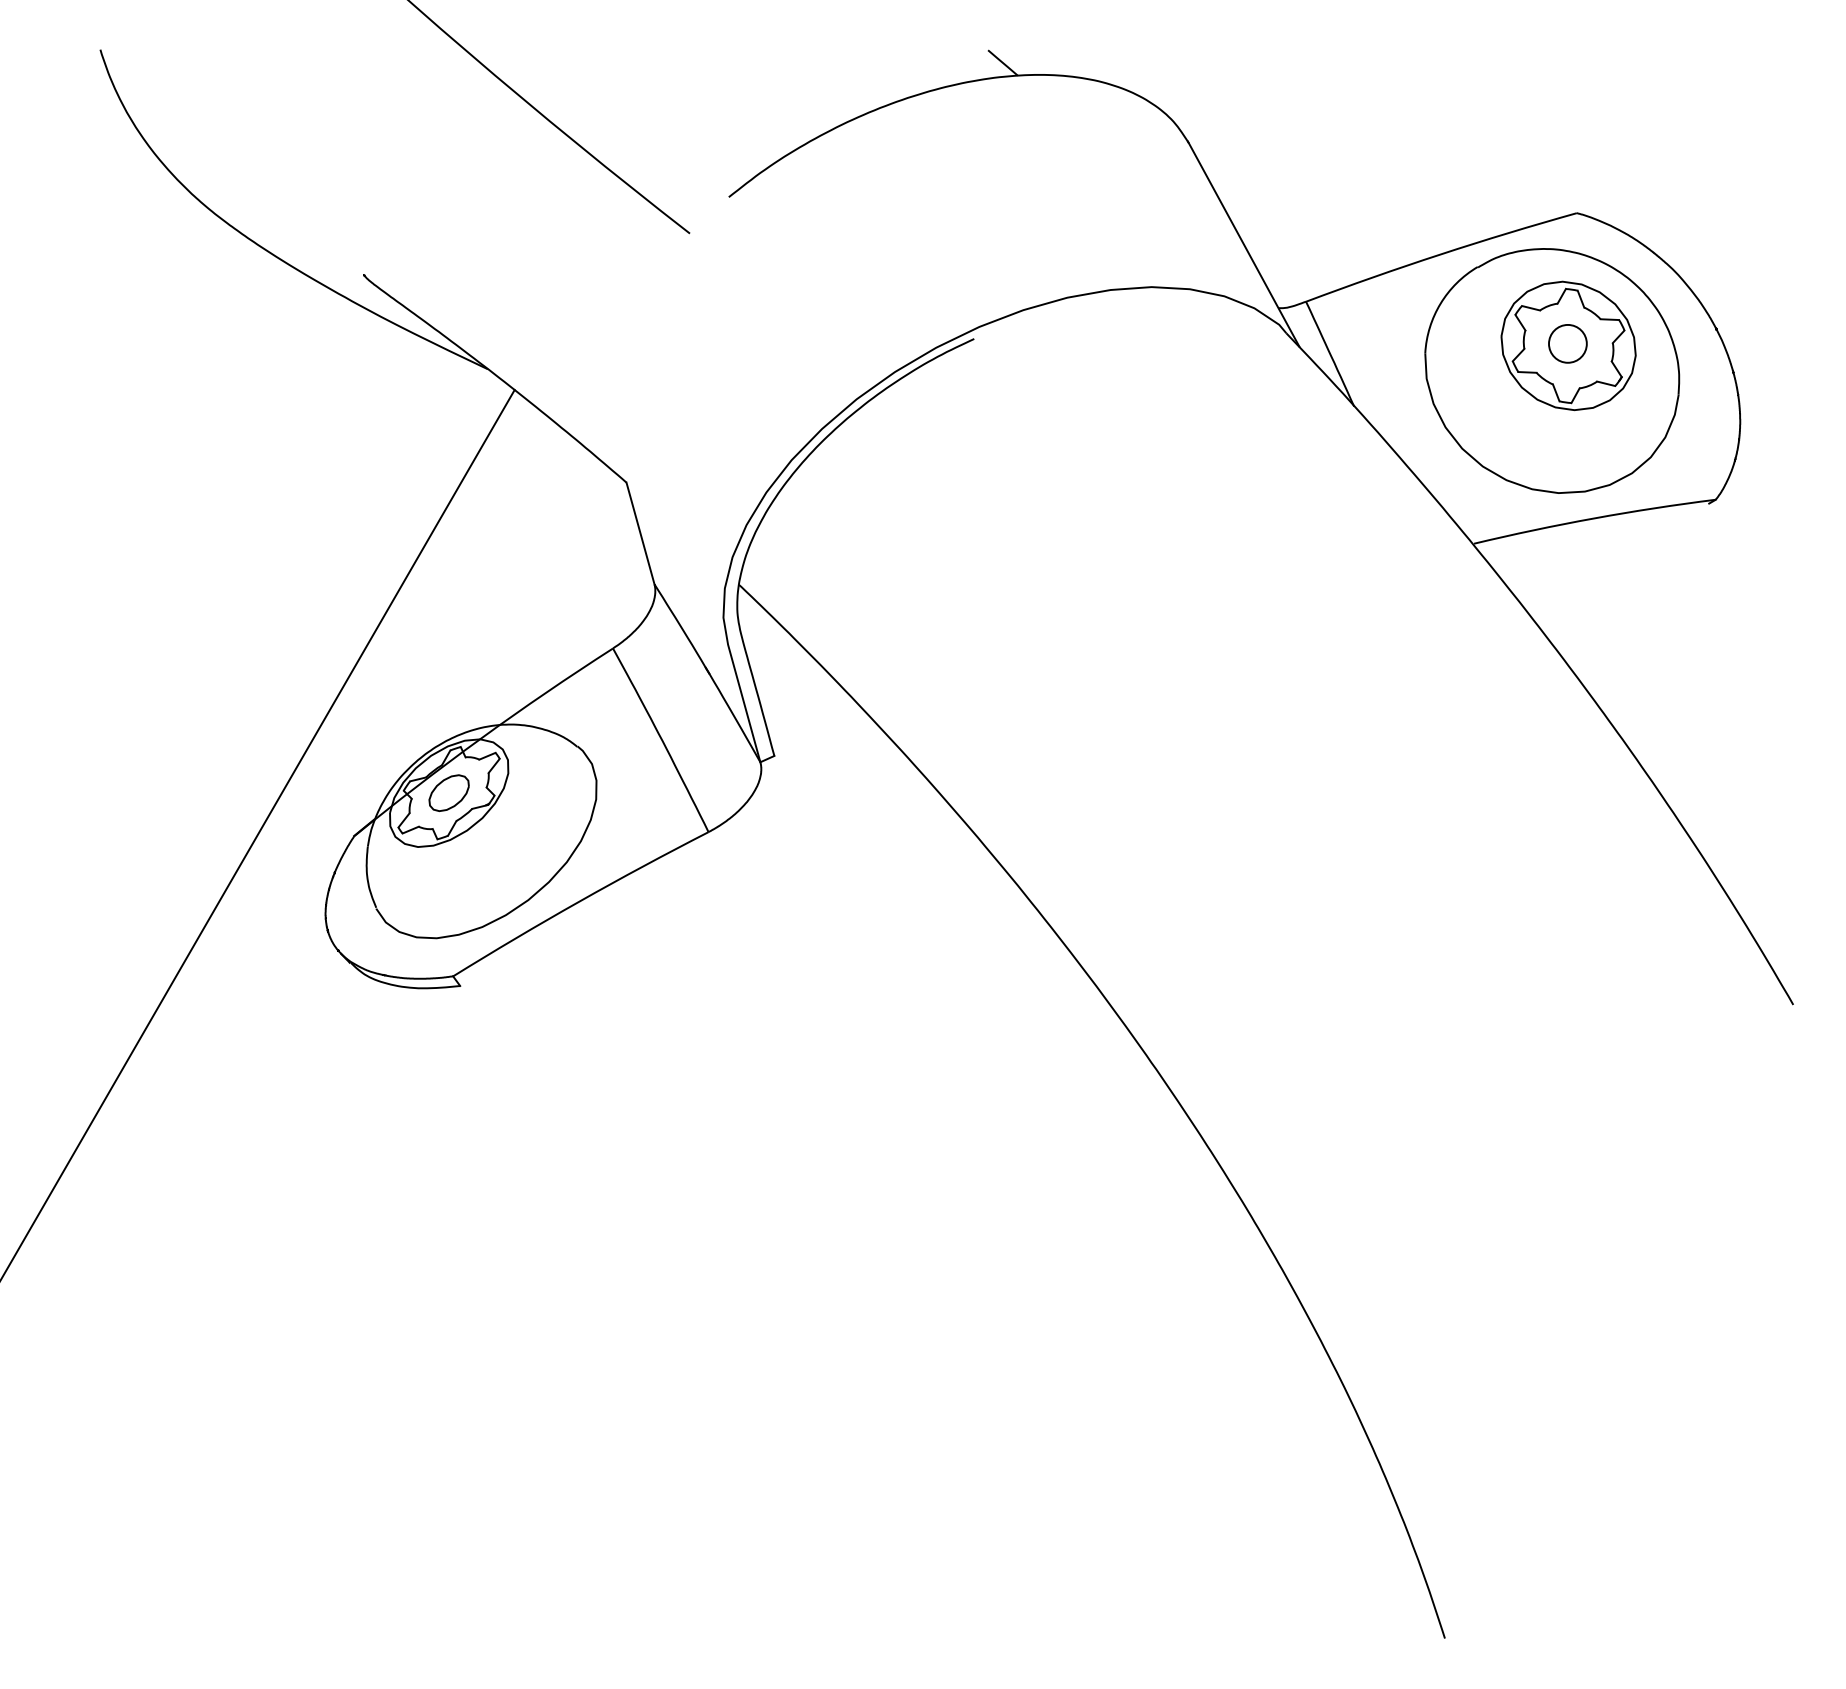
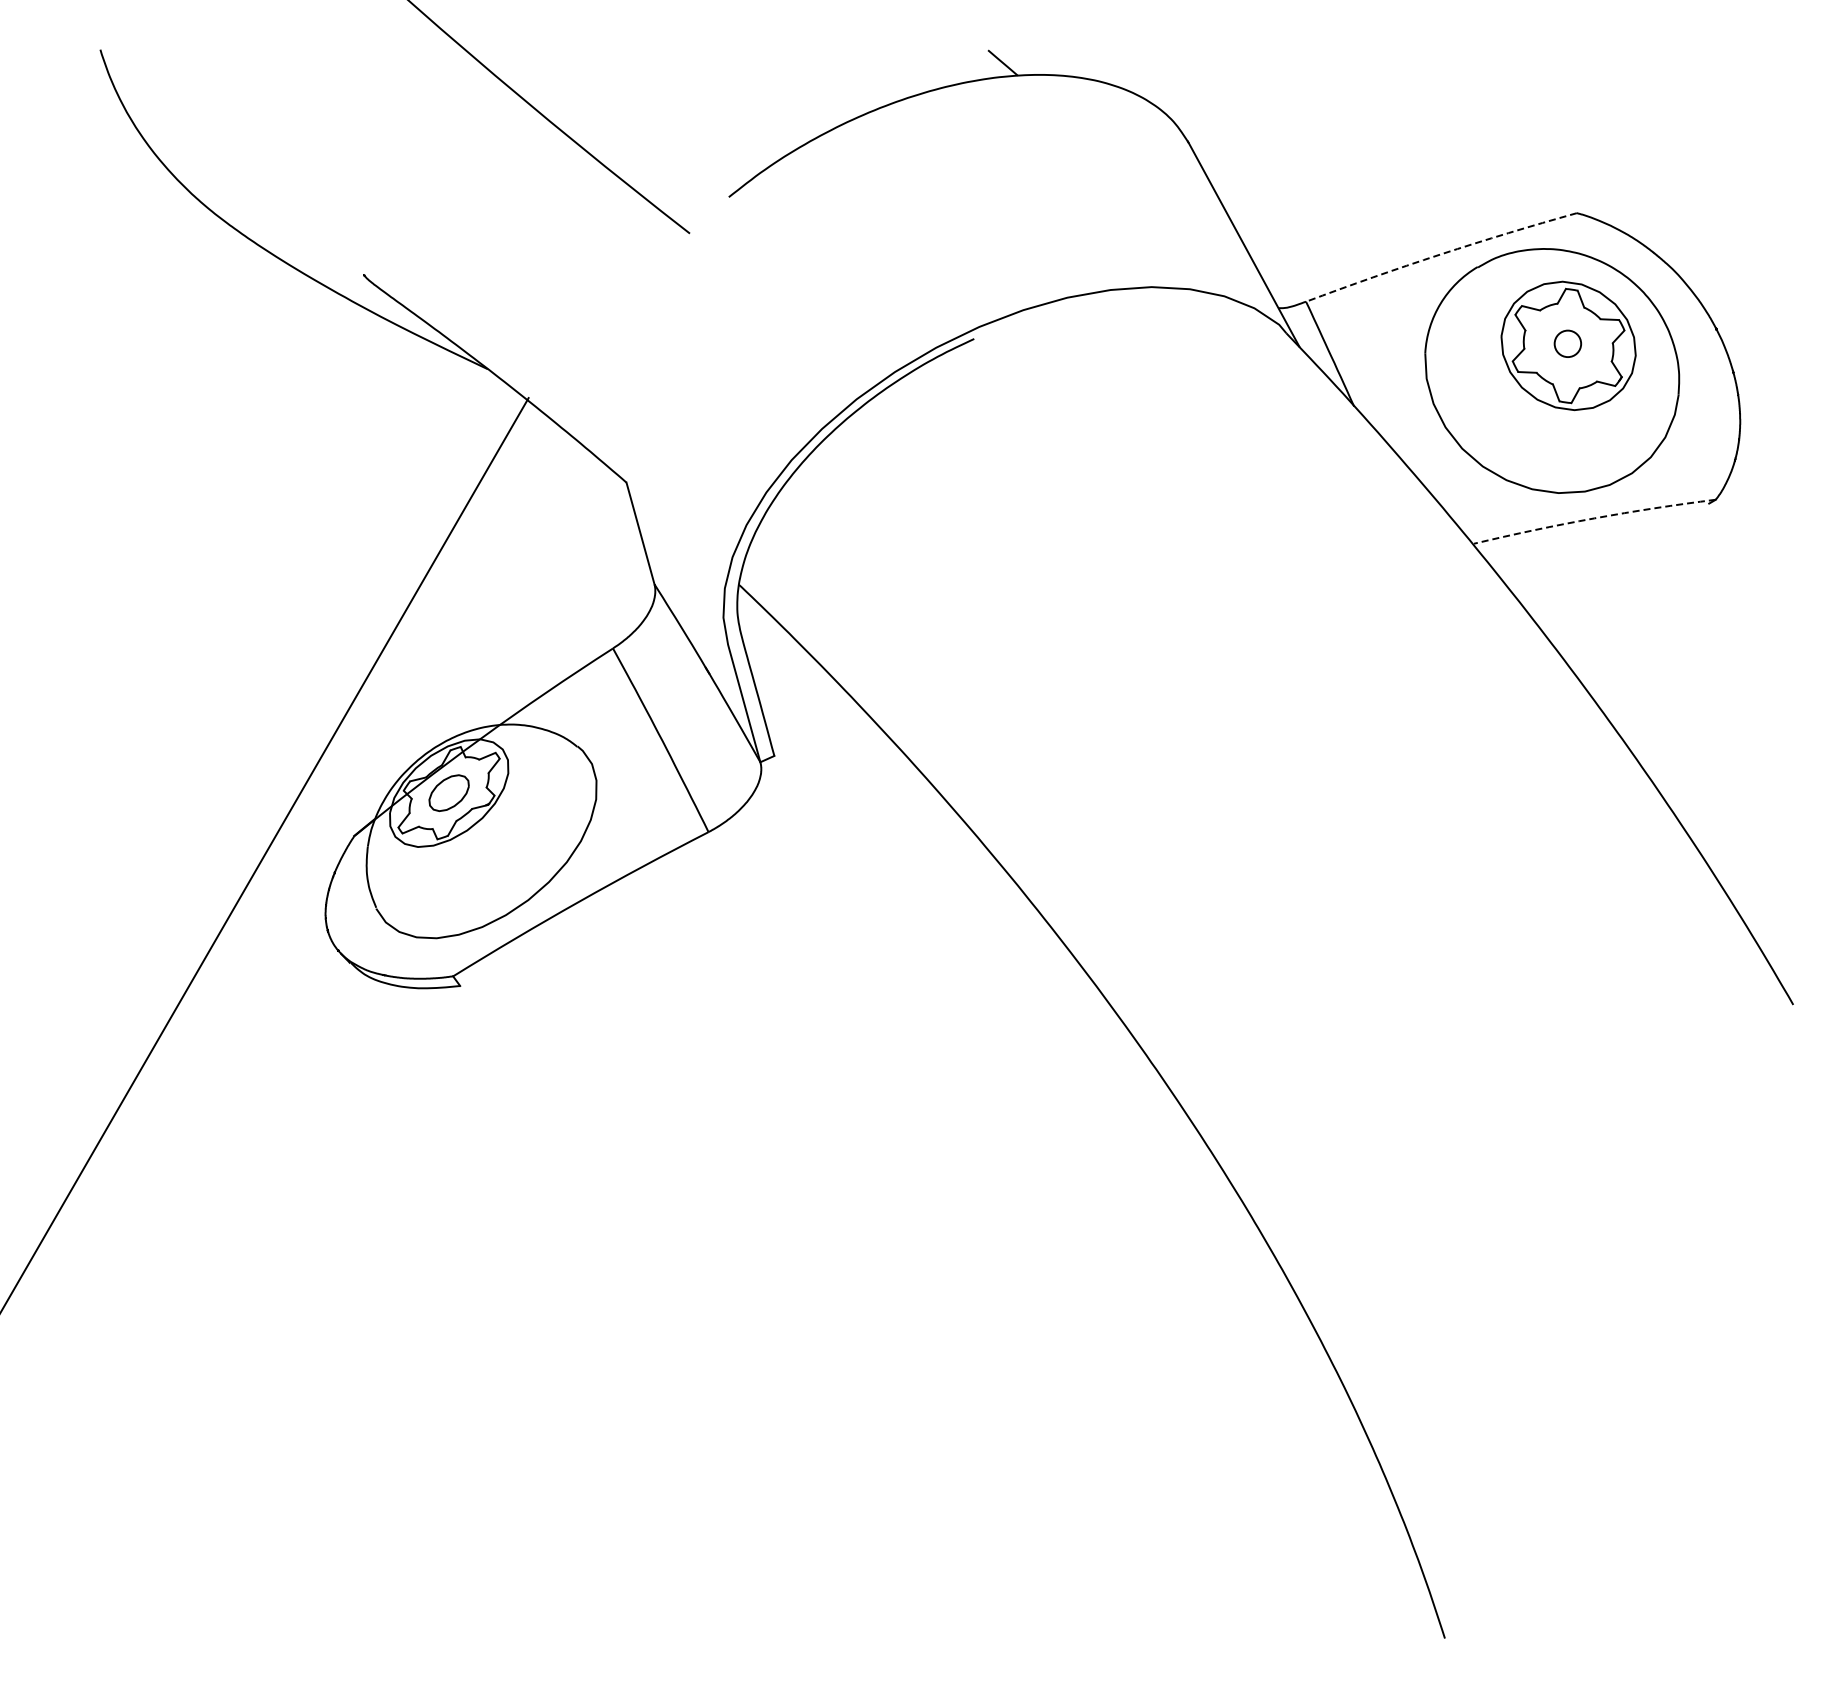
arc at (1440, 254): solid -> dashed
circle at (1567, 343) diameter: 38 px -> 26 px
arc at (1594, 518): solid -> dashed
line at (258, 833) position: (258, 833) -> (265, 854)
